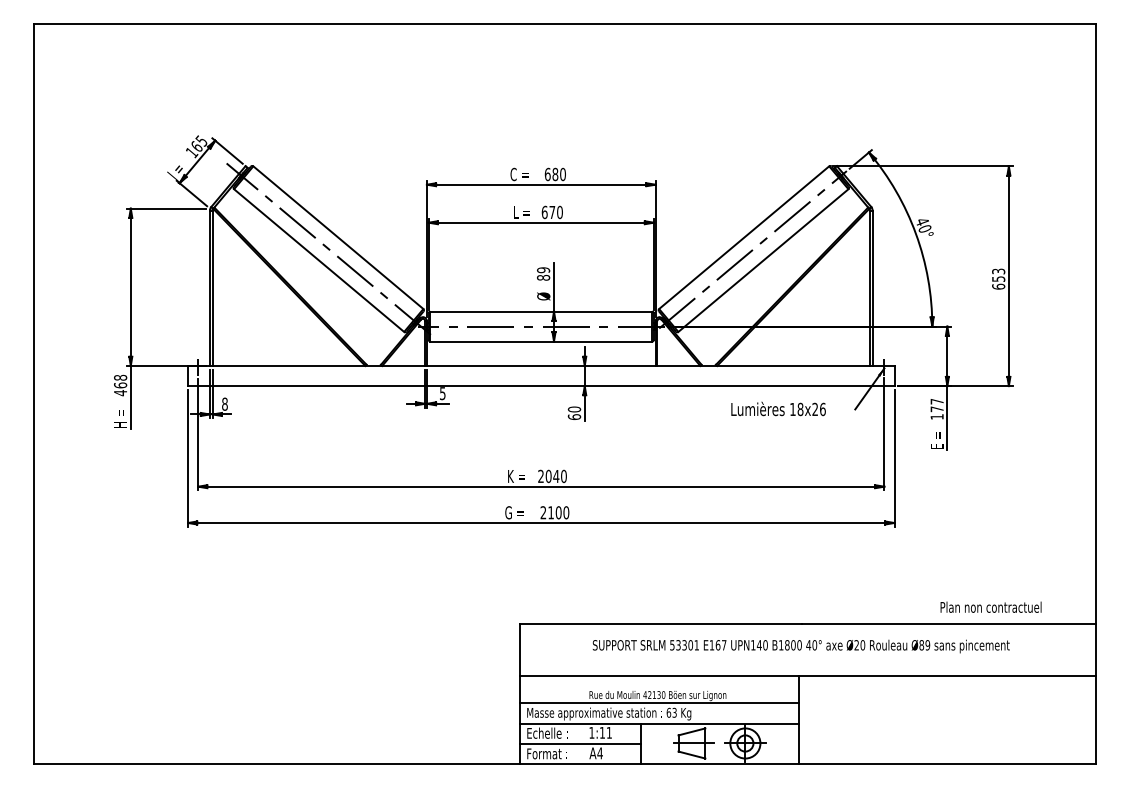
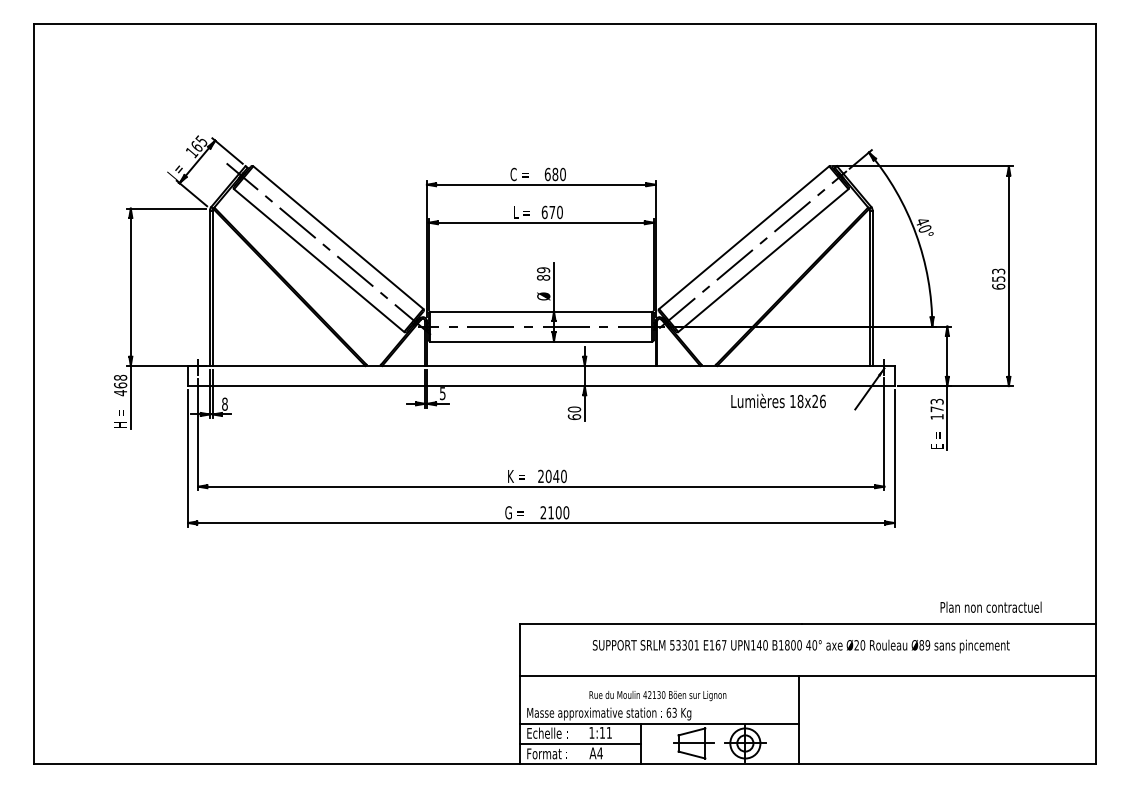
text at (936, 401): 177 -> 173
text at (778, 408) position: (778, 408) -> (778, 400)
line at (659, 703): present -> none
